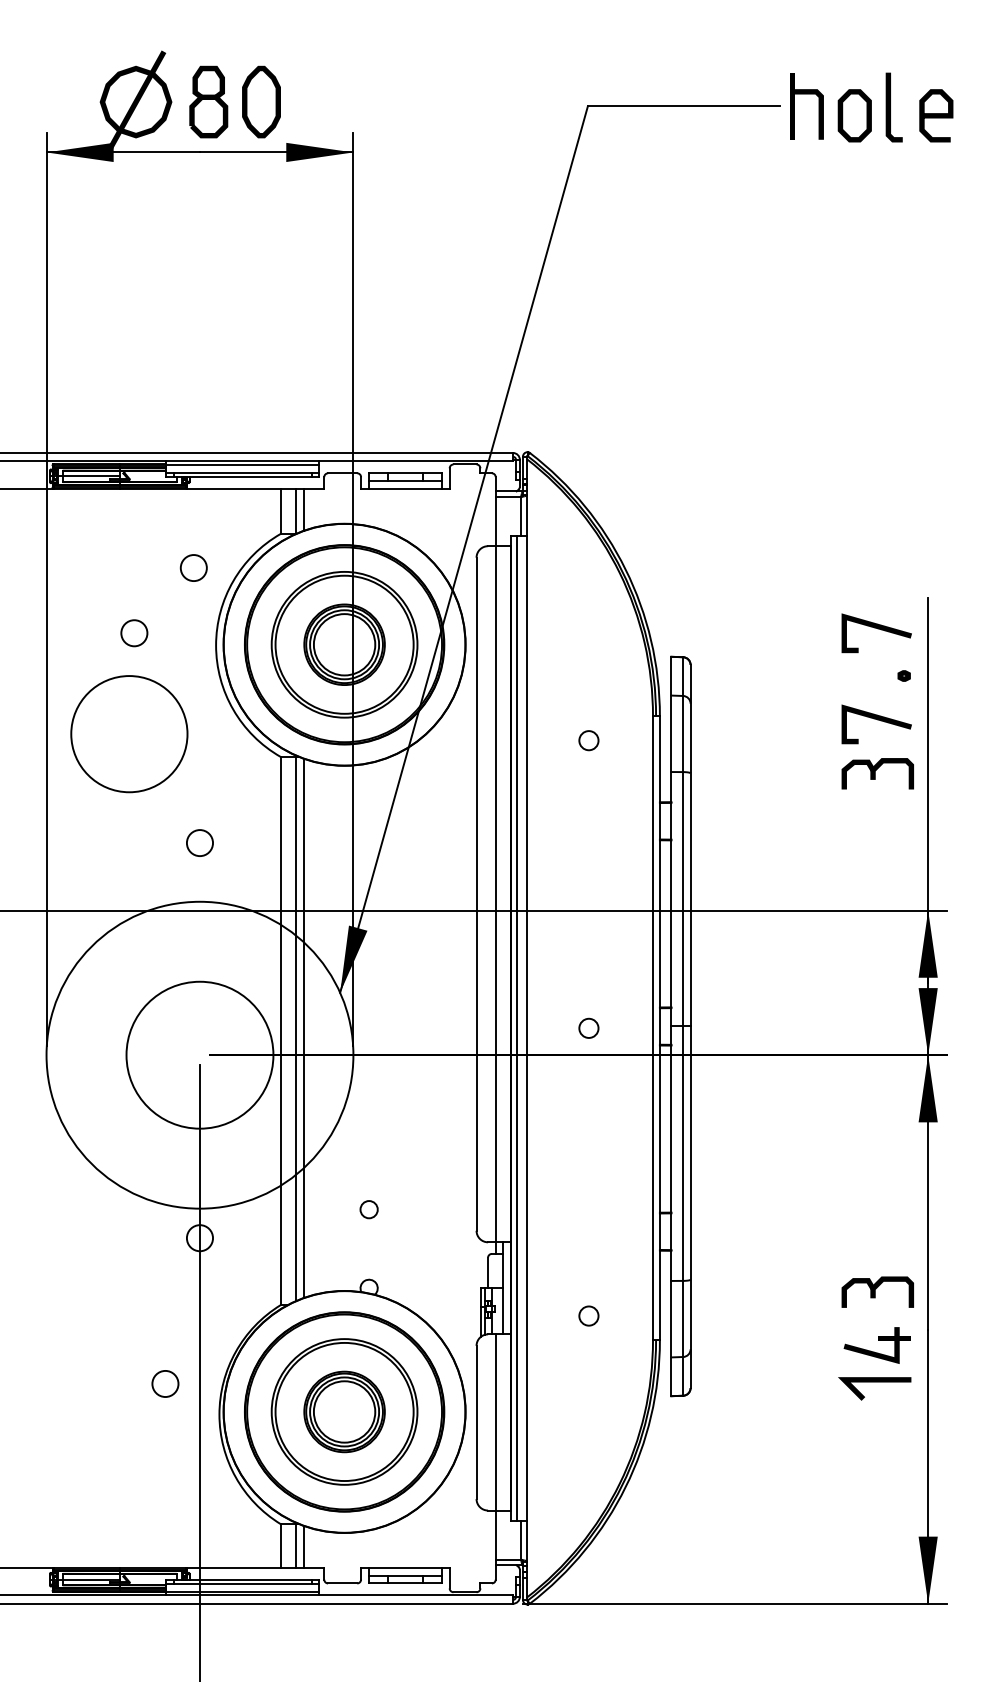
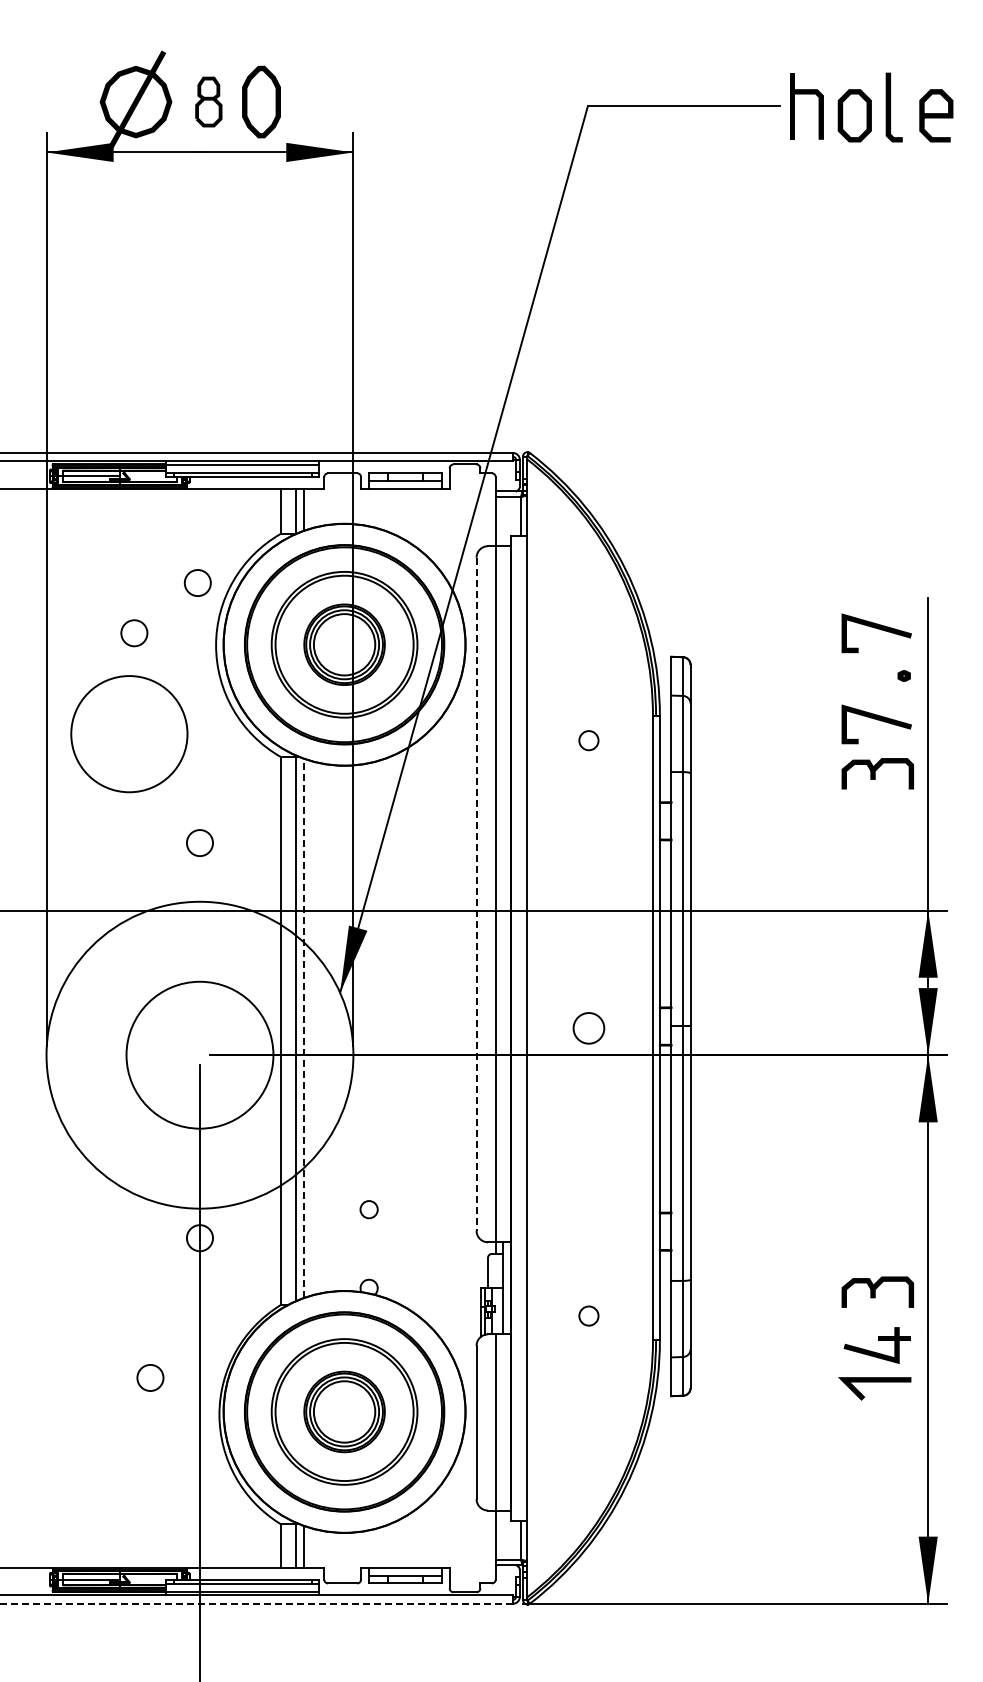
part at (208, 101) size: 40x74 px -> 28x52 px
circle at (193, 567) position: (193, 567) -> (197, 582)
line at (476, 894): solid -> dashed
line at (517, 1027): present -> none
circle at (588, 1027) diameter: 19 px -> 31 px
line at (303, 1028): solid -> dashed
circle at (165, 1383) position: (165, 1383) -> (150, 1377)
line at (257, 1603): solid -> dashed
